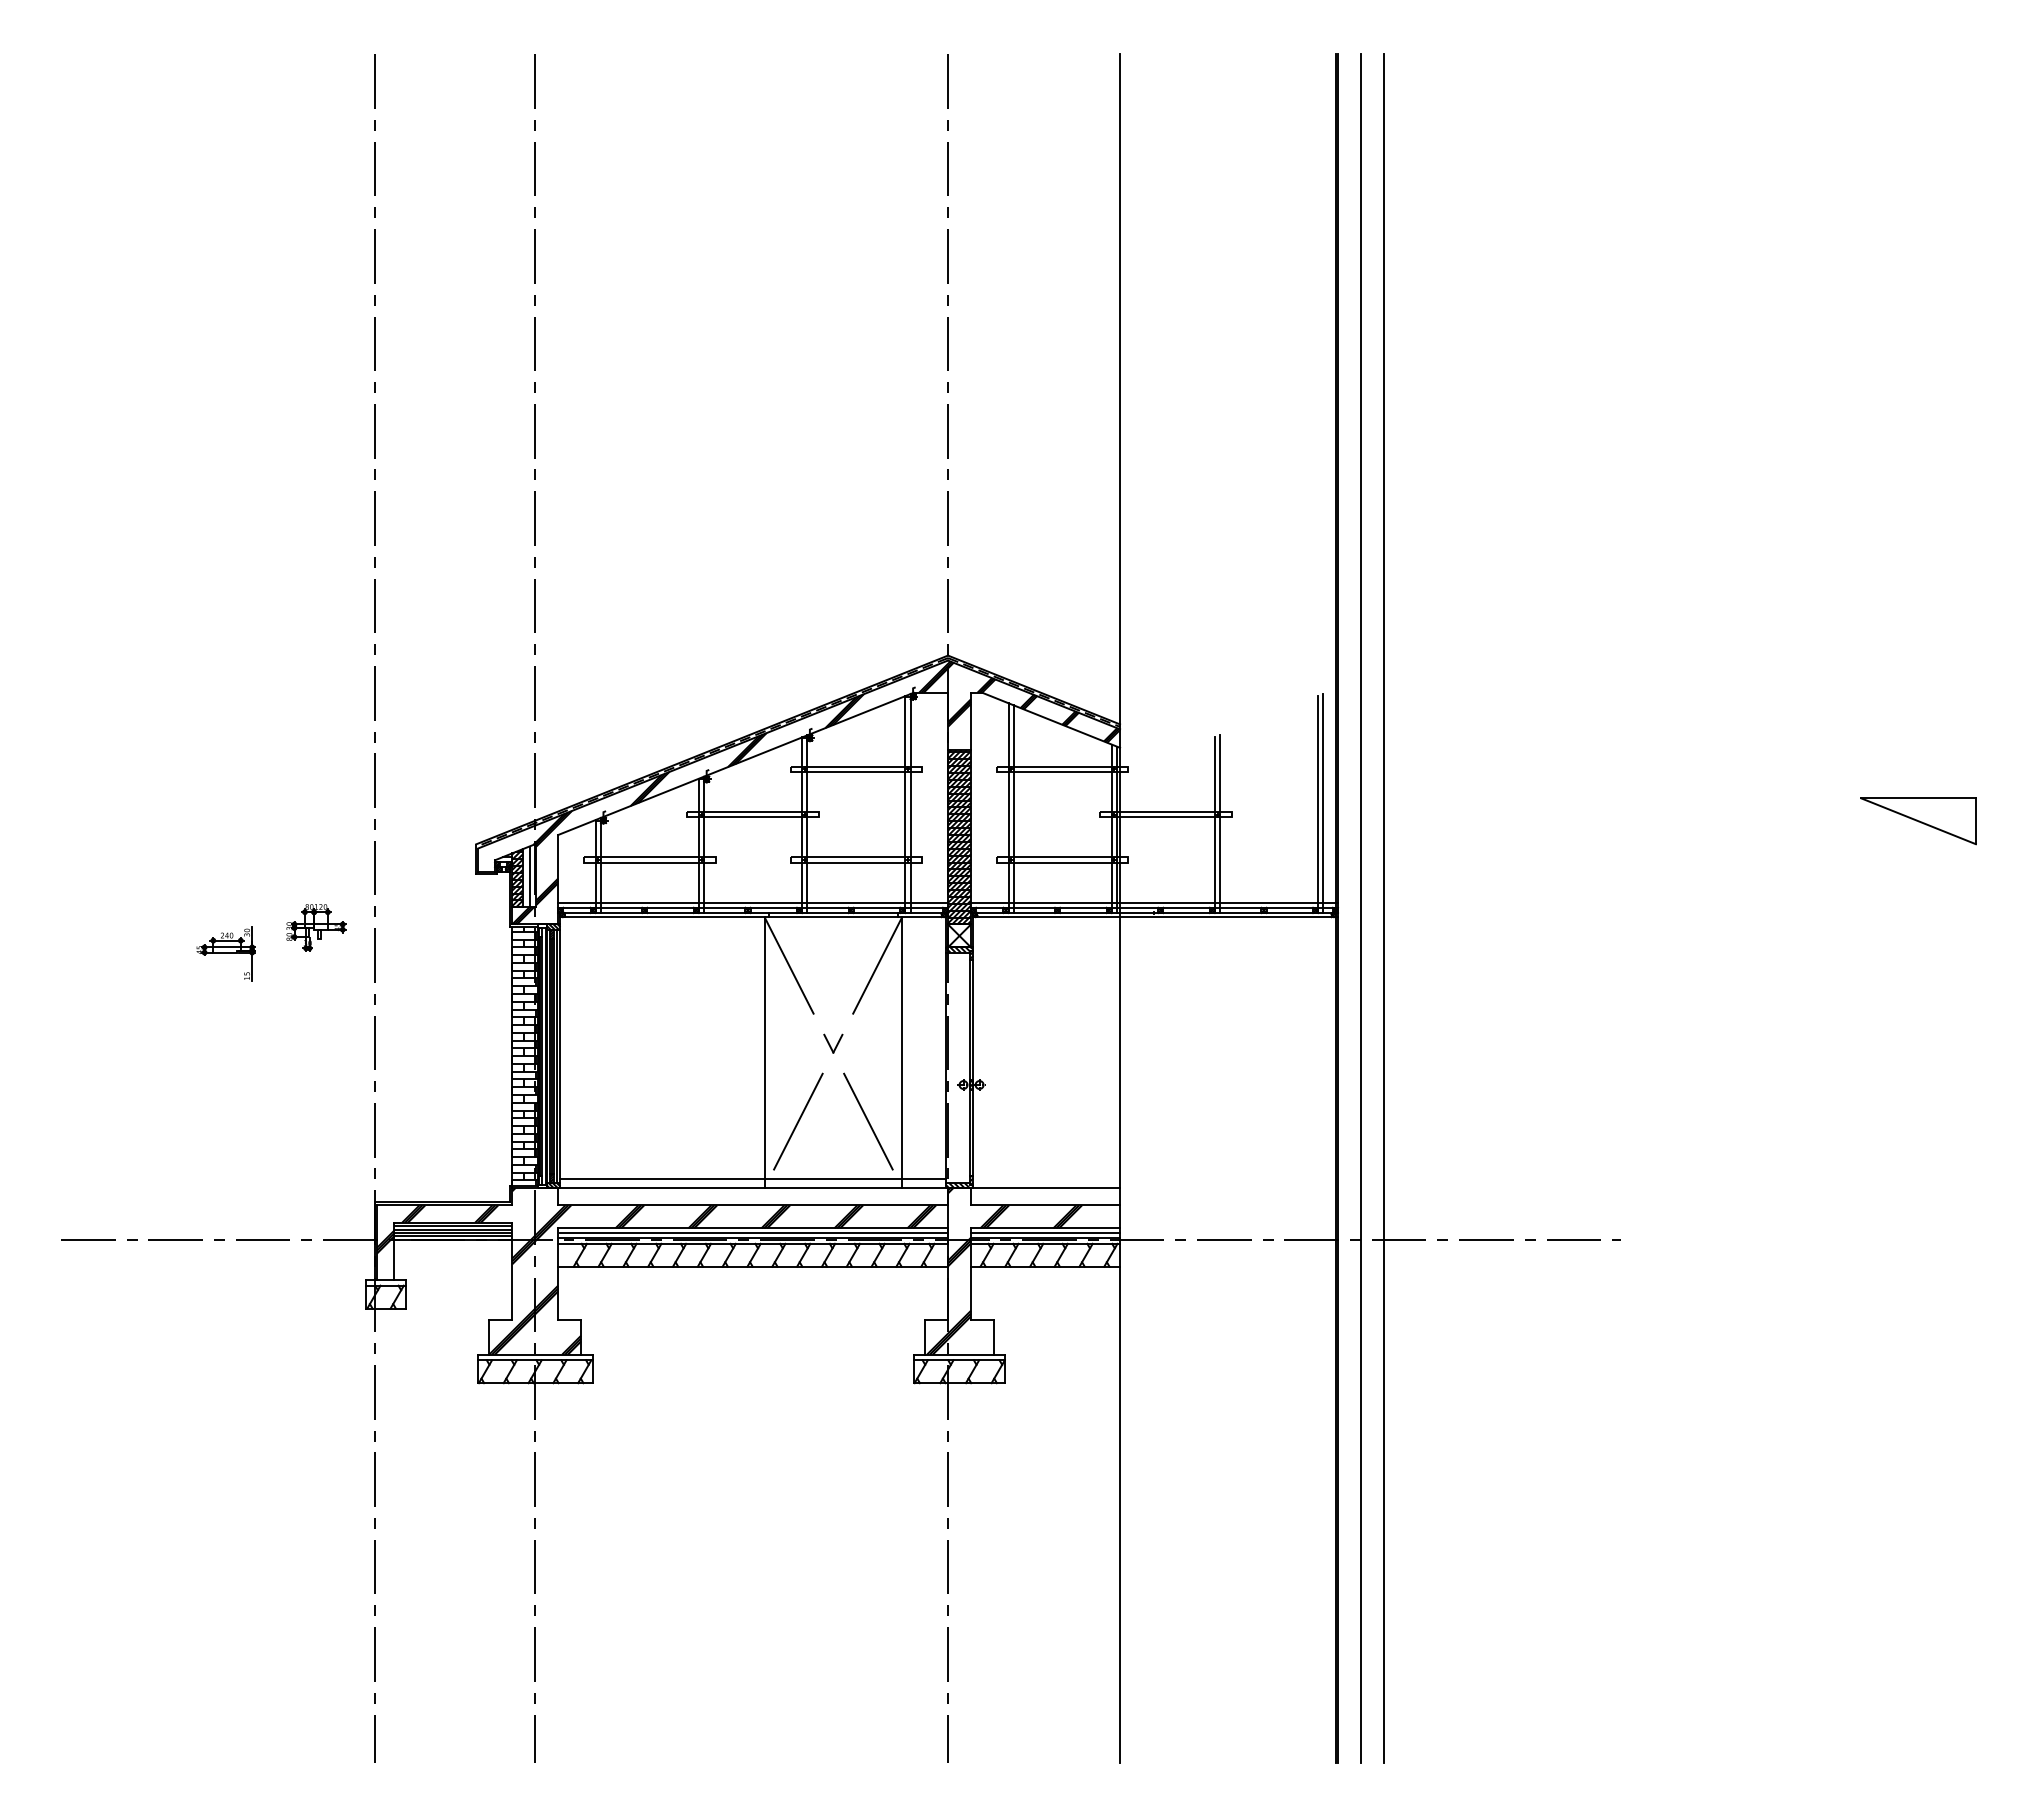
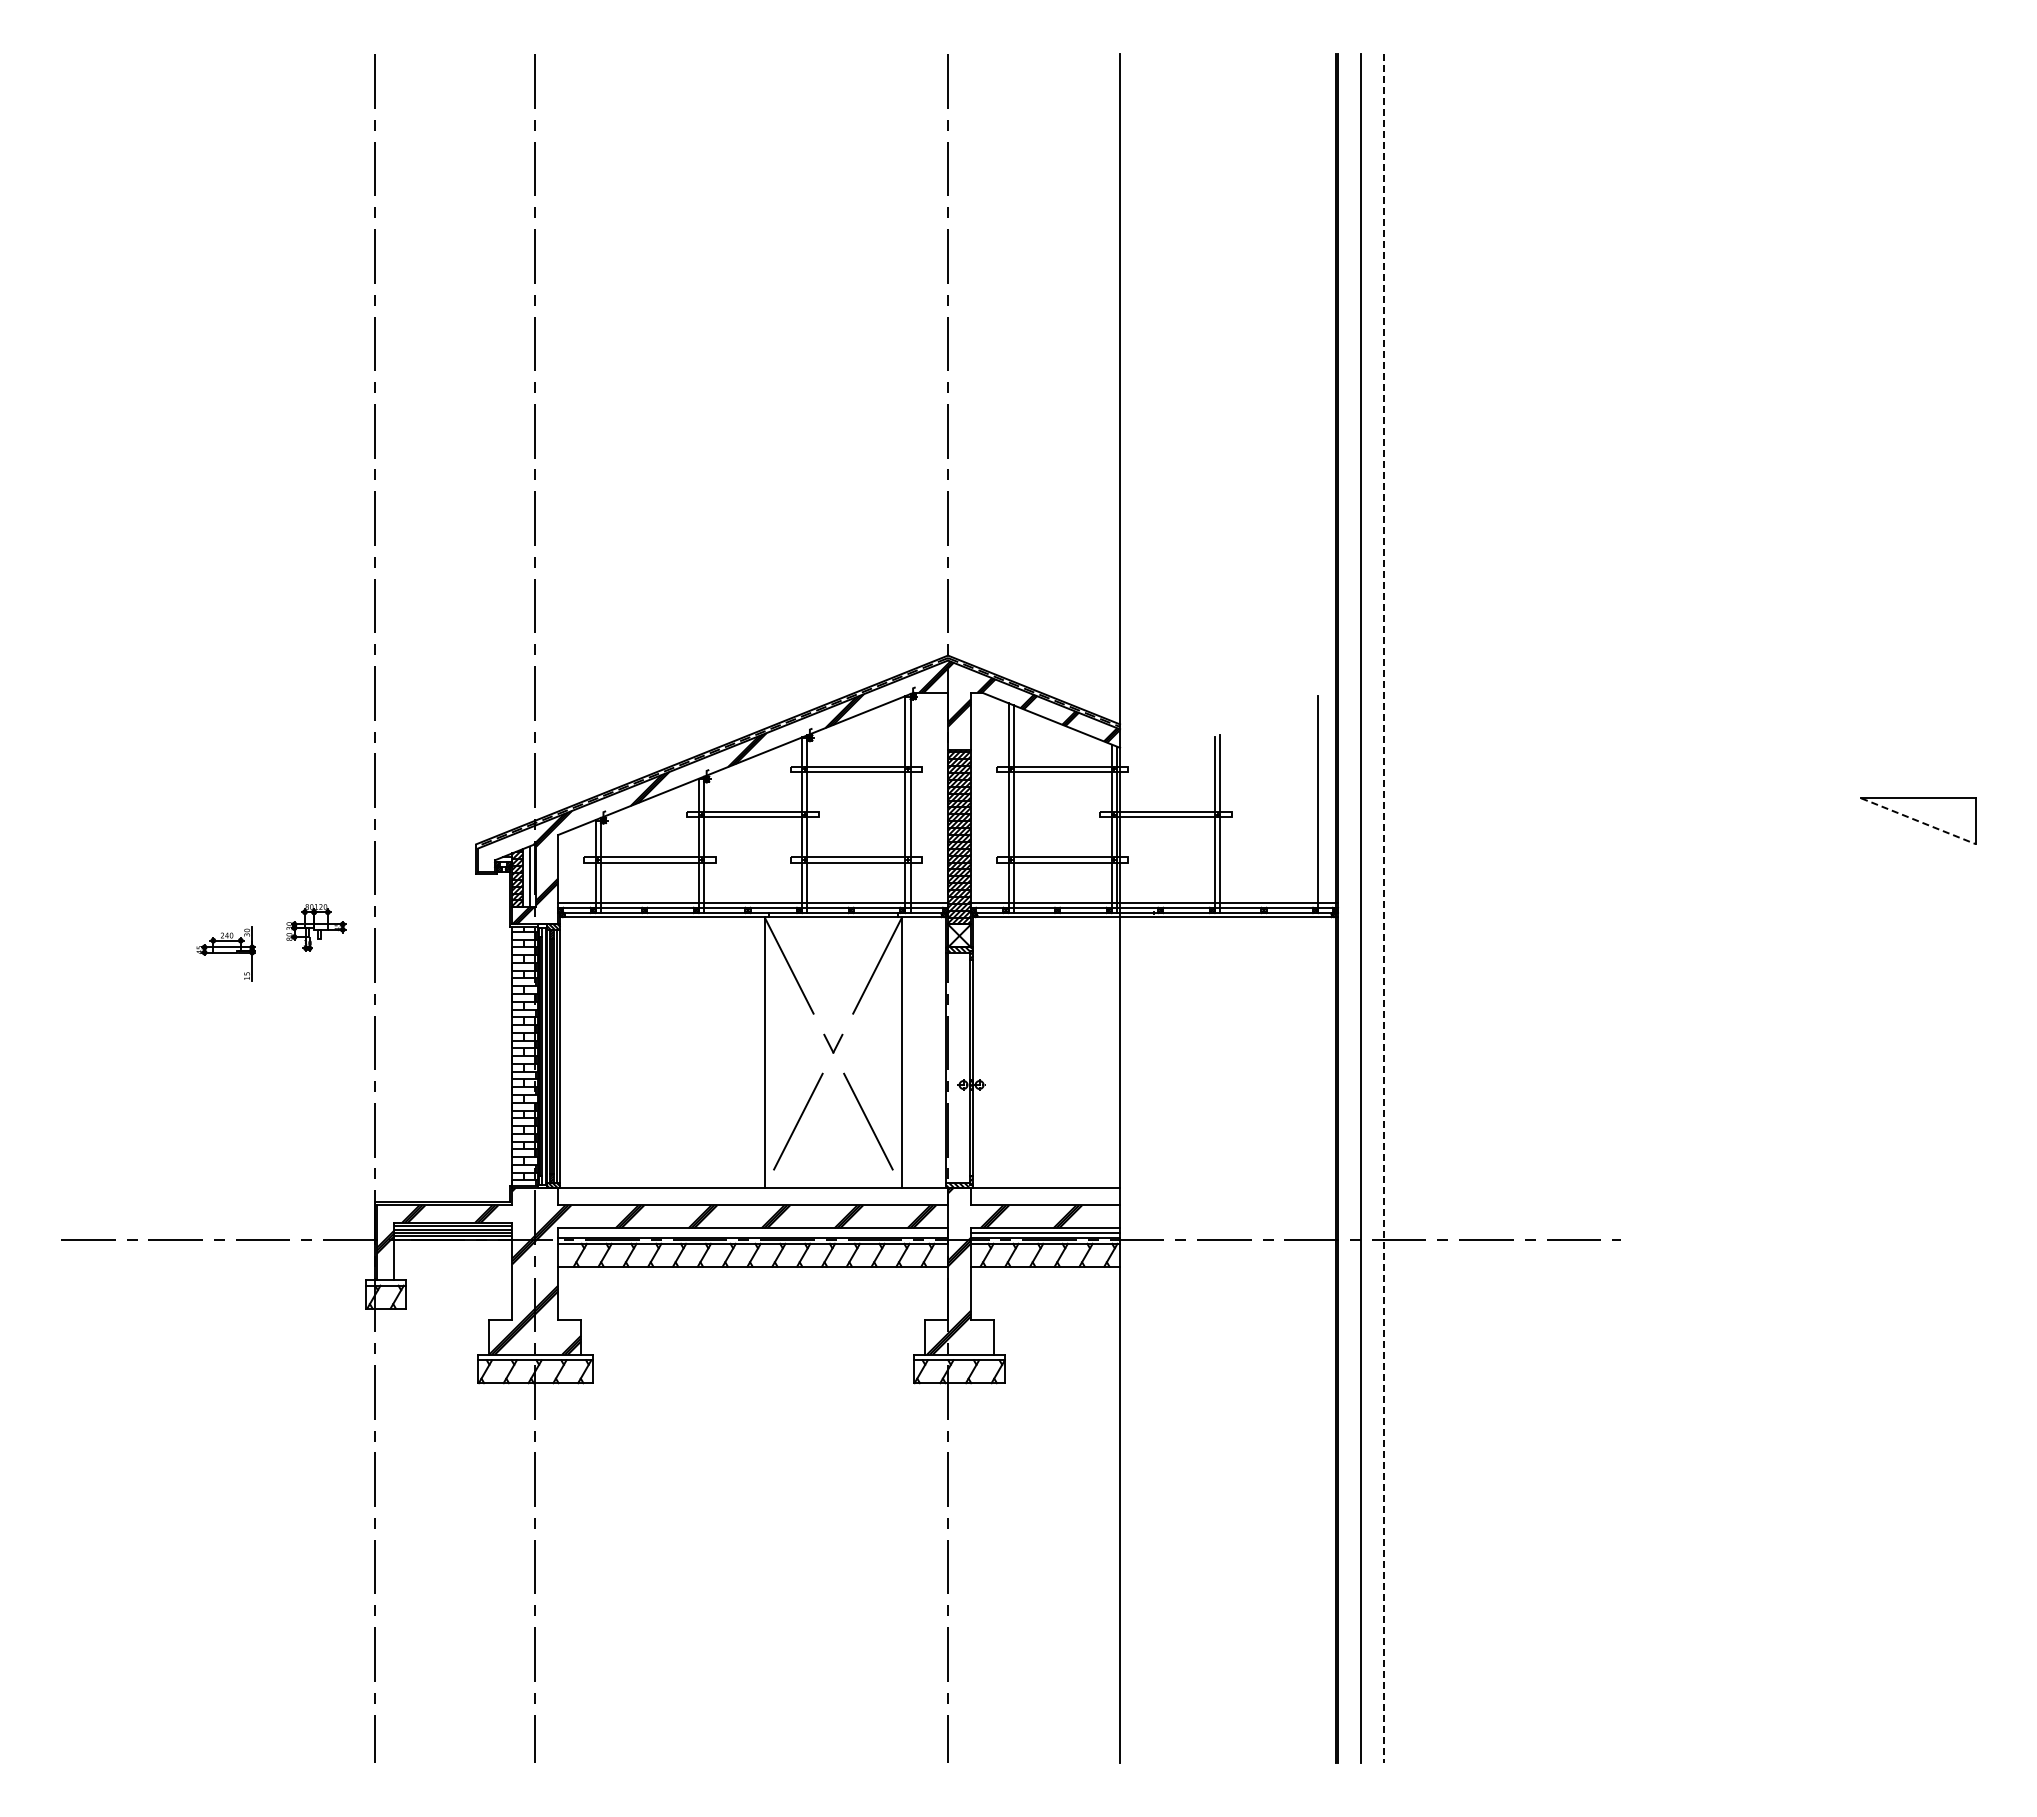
line at (1323, 803): present -> none
line at (1918, 821): solid -> dashed
line at (1383, 909): solid -> dashed
line at (752, 1179): present -> none
line at (753, 1233): present -> none
